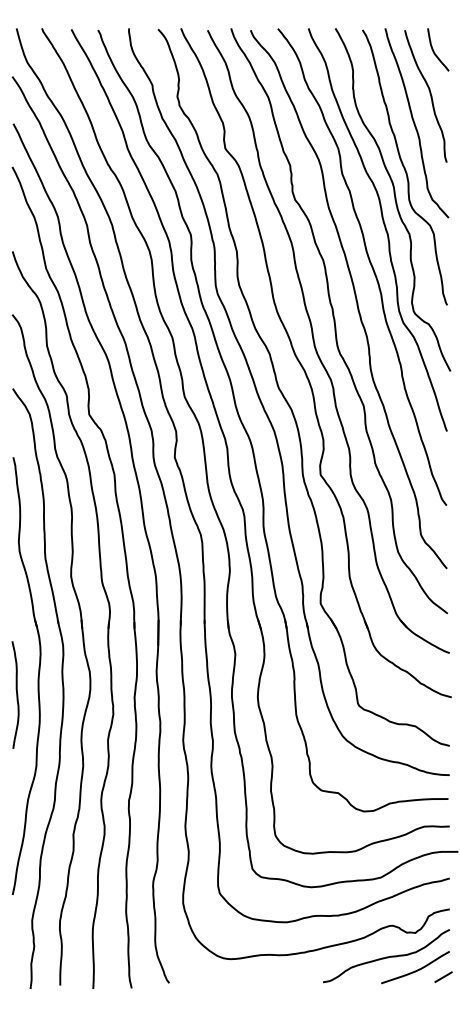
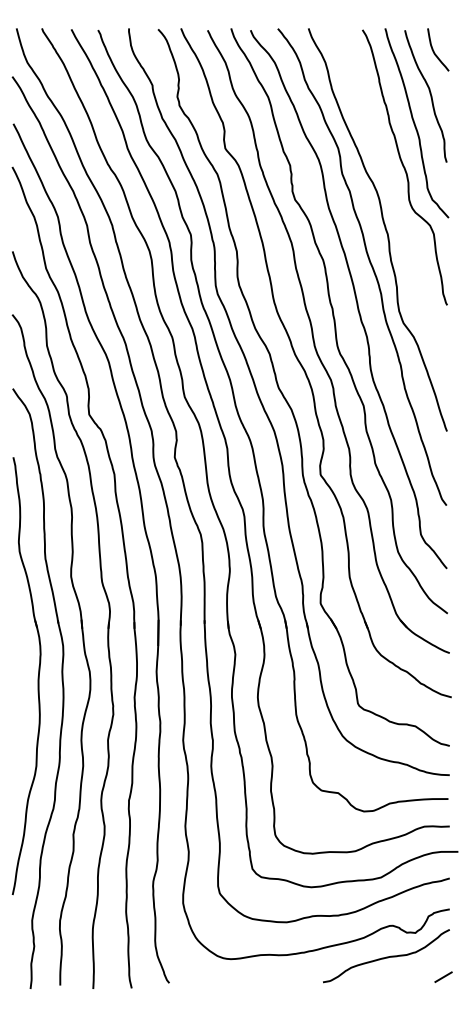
curve at (394, 199): present -> none
curve at (16, 694): present -> none
curve at (417, 969): present -> none
